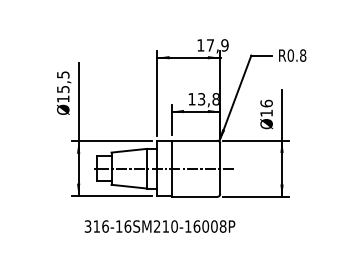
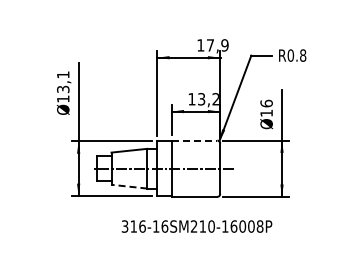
text at (63, 81): Ø15,5 -> Ø13,1
text at (215, 99): 13,8 -> 13,2
line at (194, 140): solid -> dashed
line at (128, 186): solid -> dashed
text at (159, 226) position: (159, 226) -> (196, 226)
